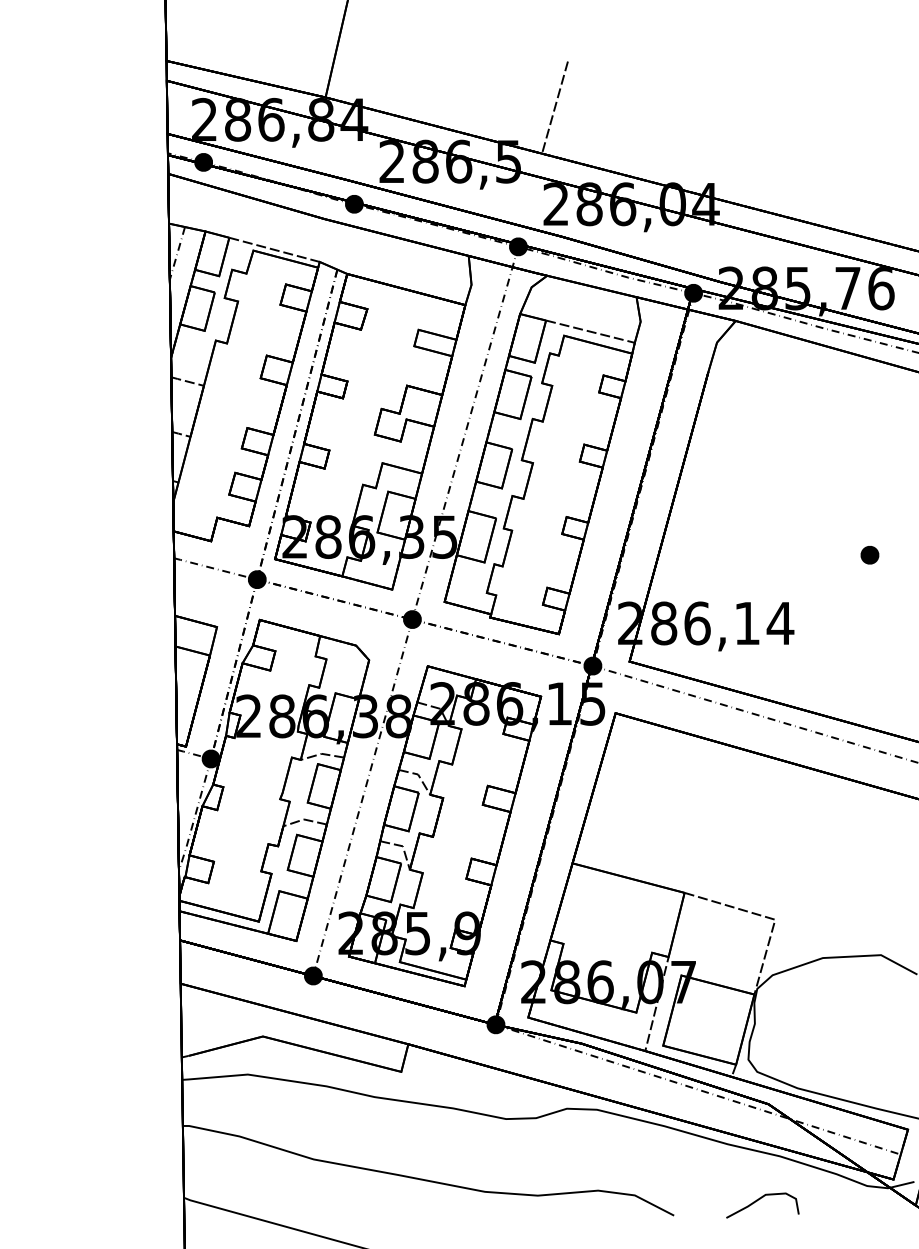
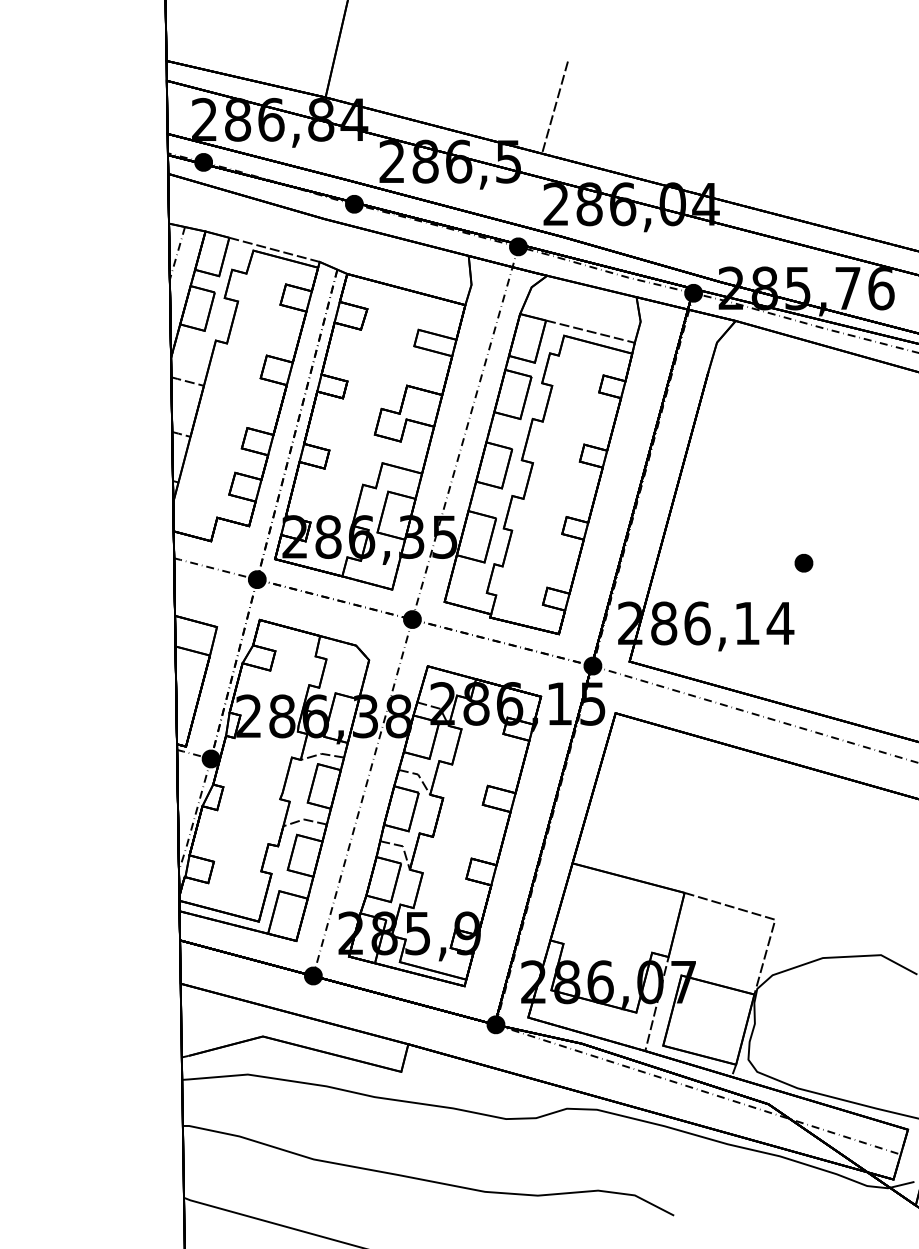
part at (869, 555) position: (869, 555) -> (803, 563)
curve at (760, 1199): present -> none
